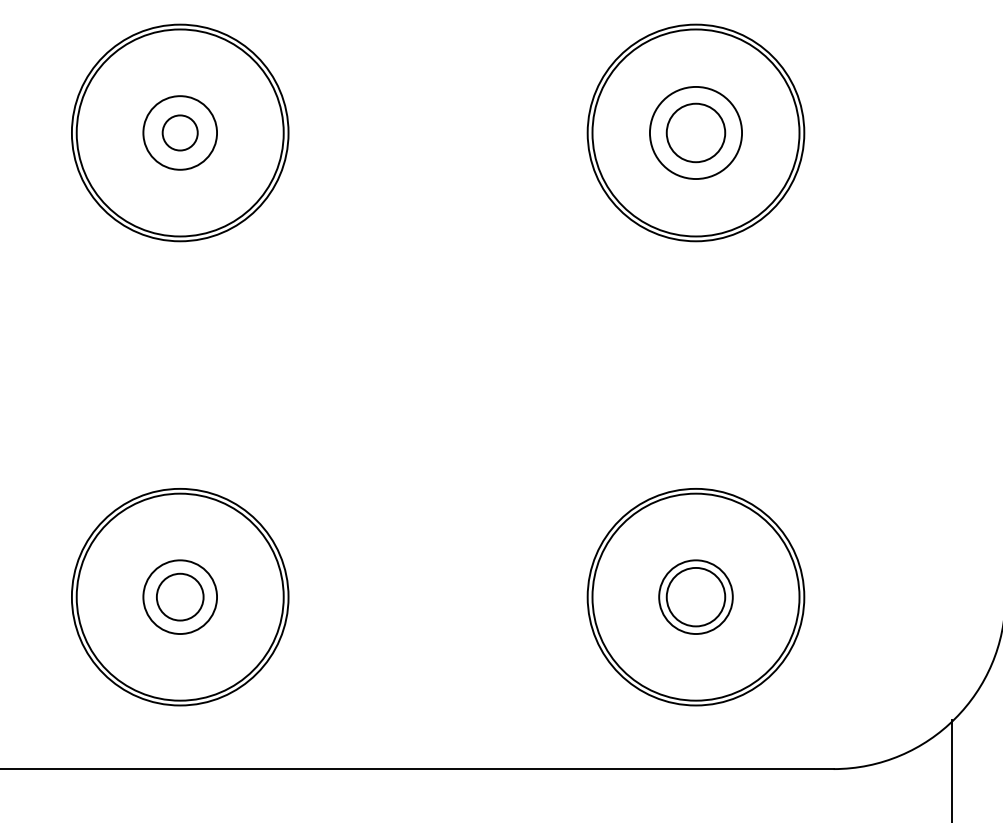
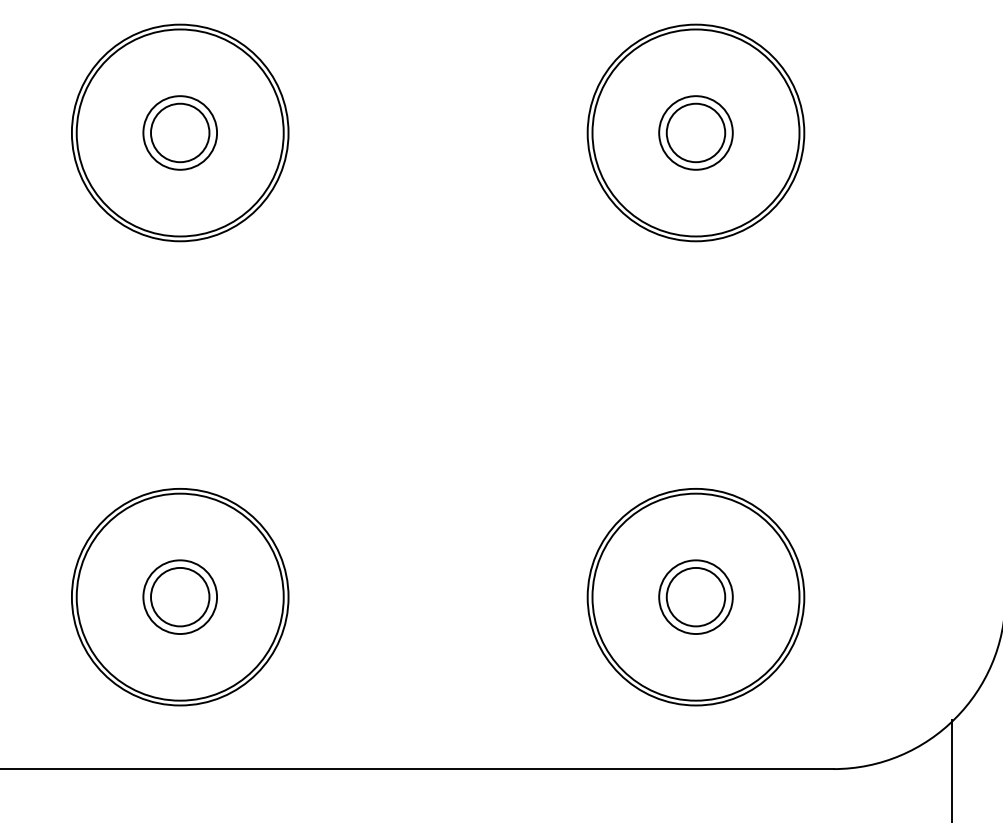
circle at (179, 132) diameter: 35 px -> 58 px
circle at (695, 132) diameter: 92 px -> 74 px
circle at (179, 596) diameter: 47 px -> 58 px
